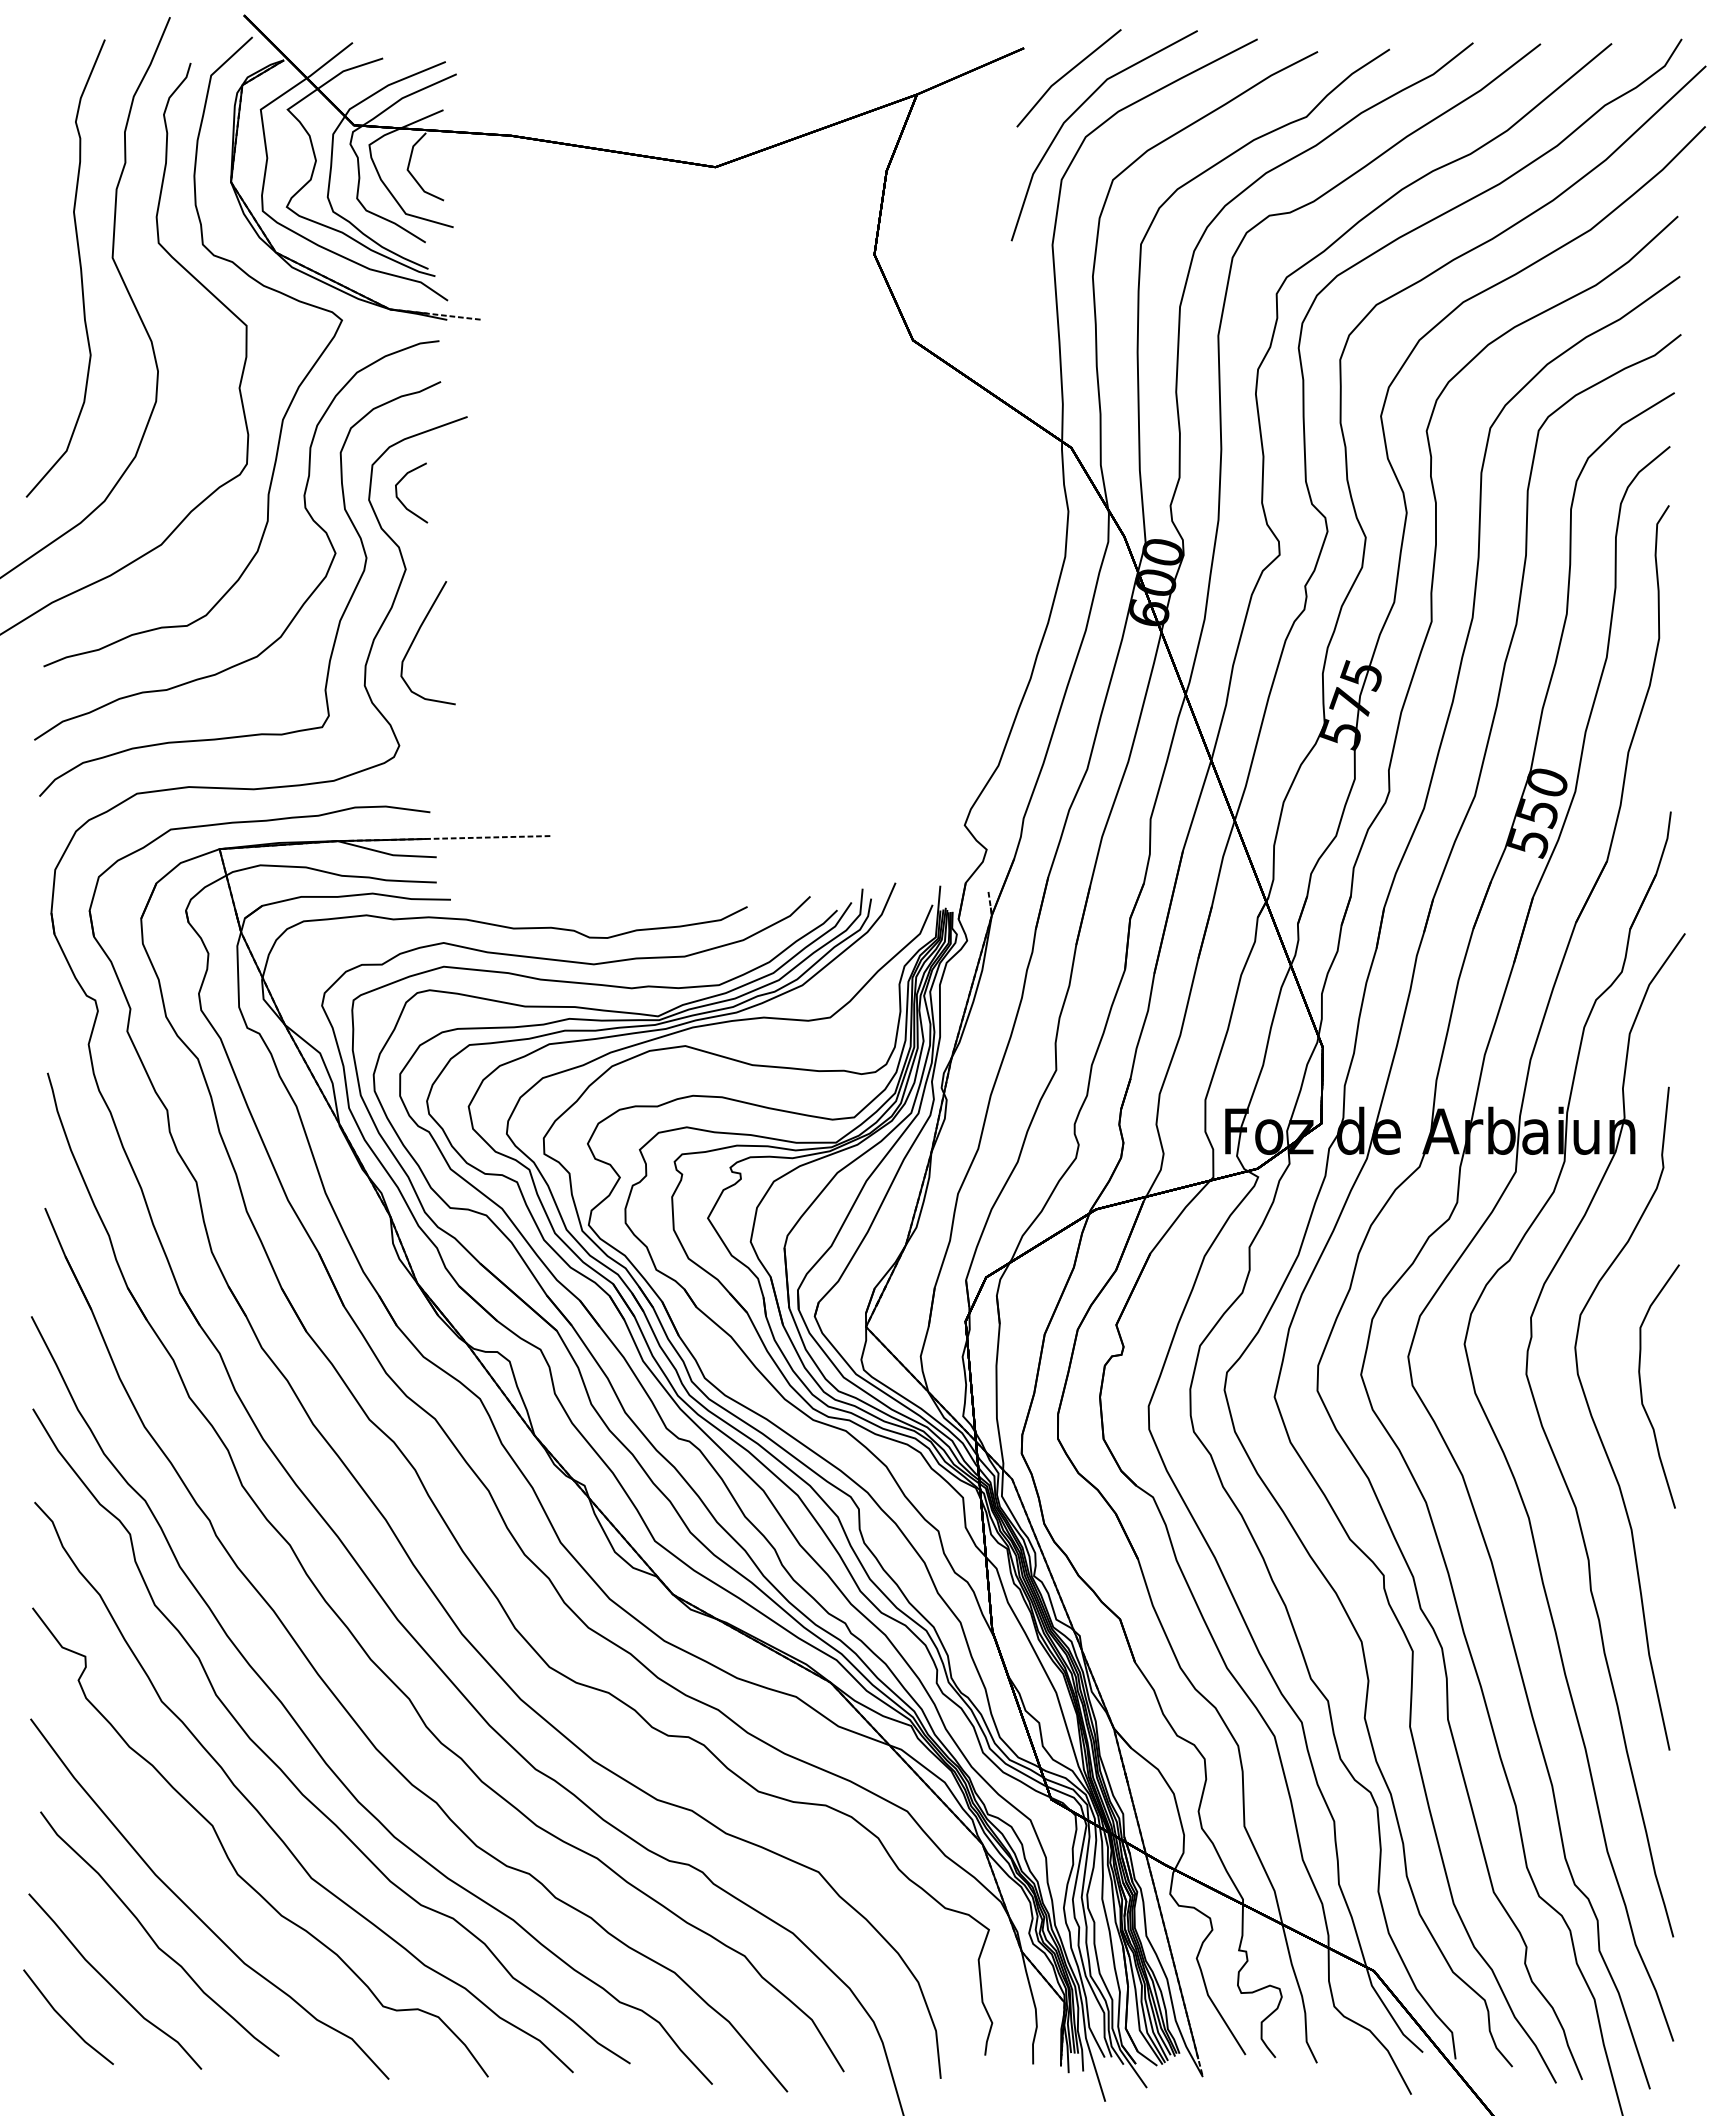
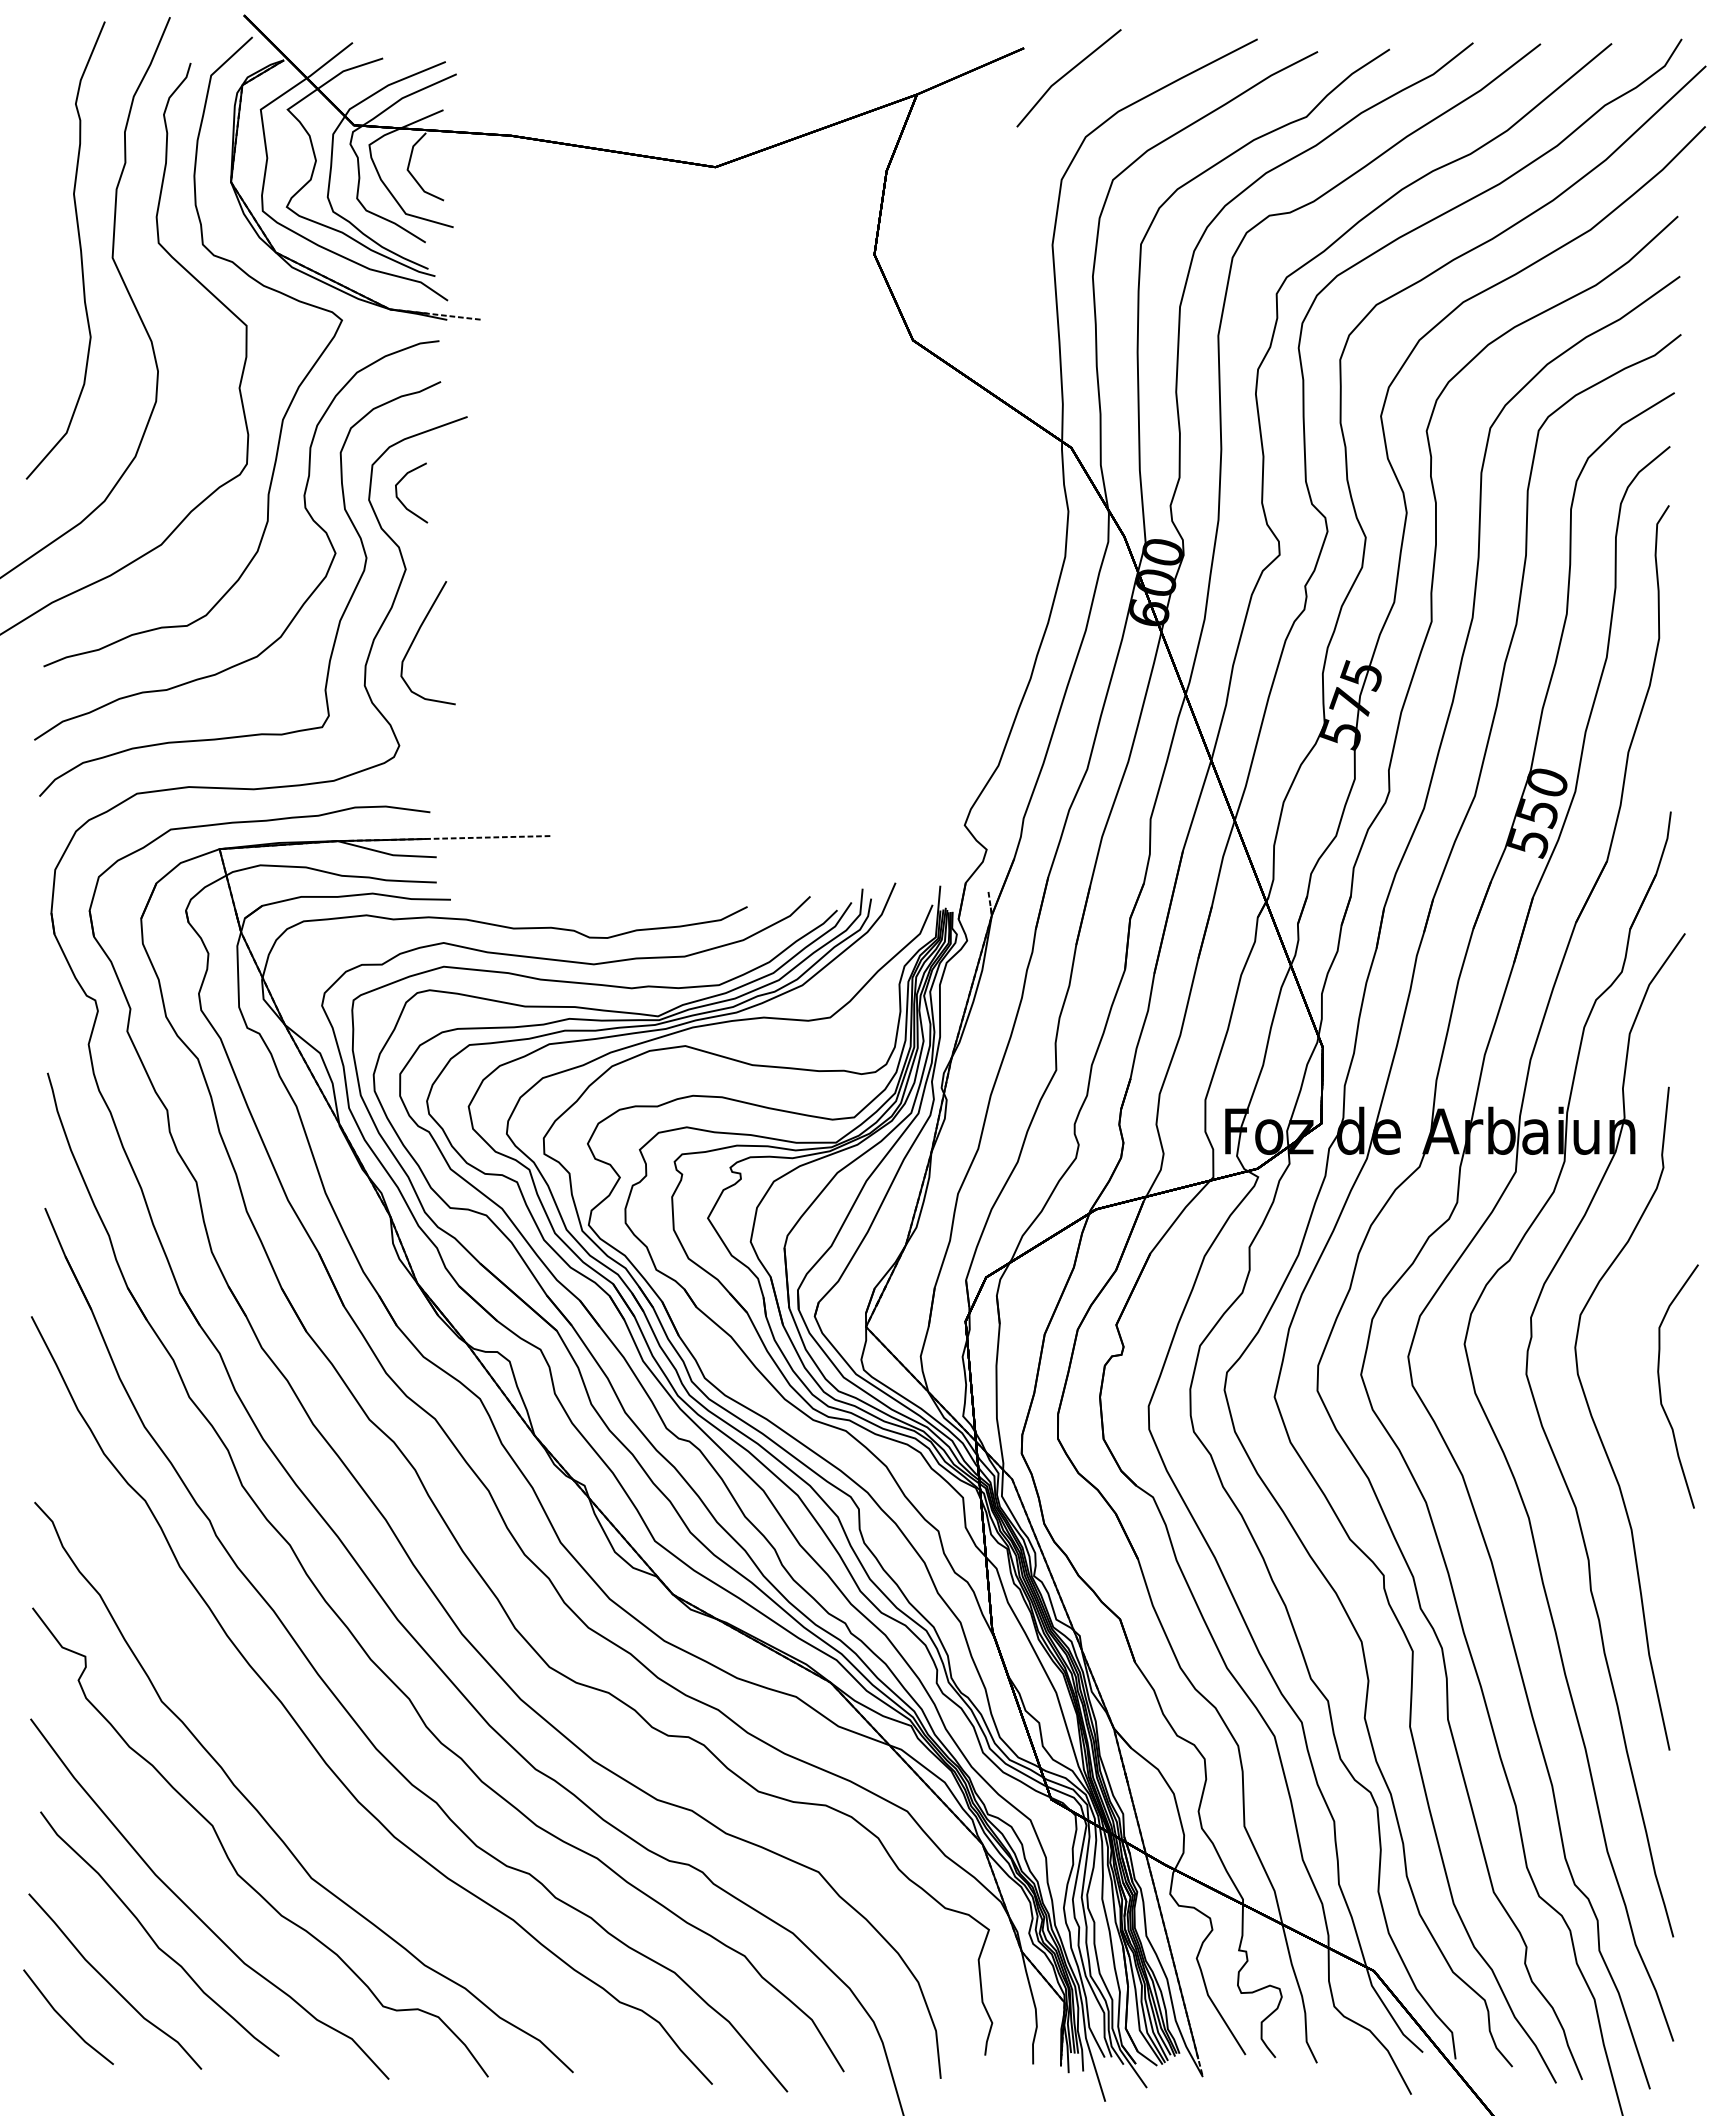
part at (1078, 109): present -> none
part at (79, 266) position: (79, 266) -> (79, 248)
part at (1641, 1386) position: (1641, 1386) -> (1660, 1386)
part at (288, 1776): present -> none
